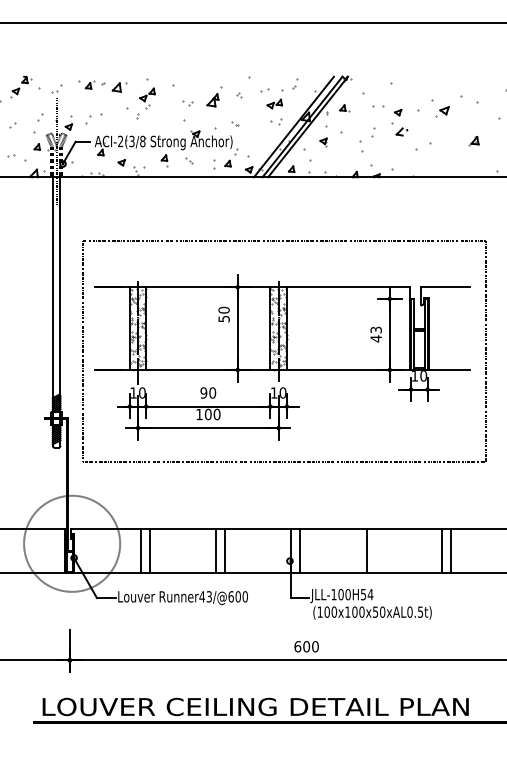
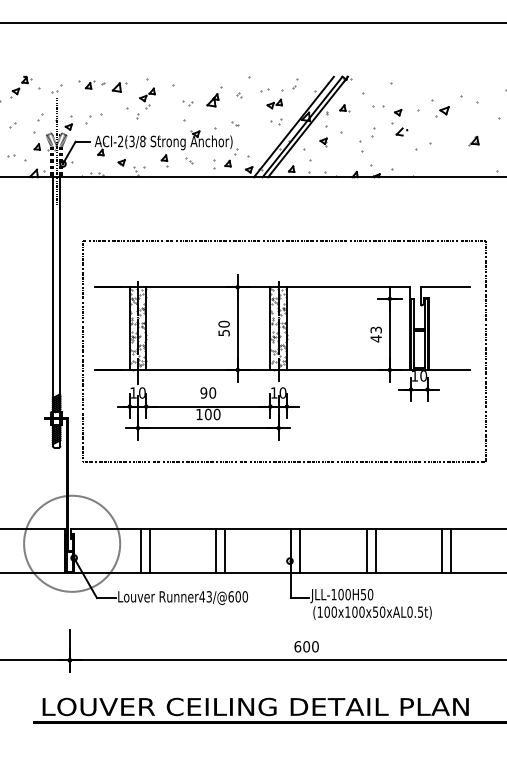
text at (223, 314) position: (223, 314) -> (223, 328)
line at (375, 550): none -> present
text at (370, 594): JLL-100H54 -> JLL-100H50
